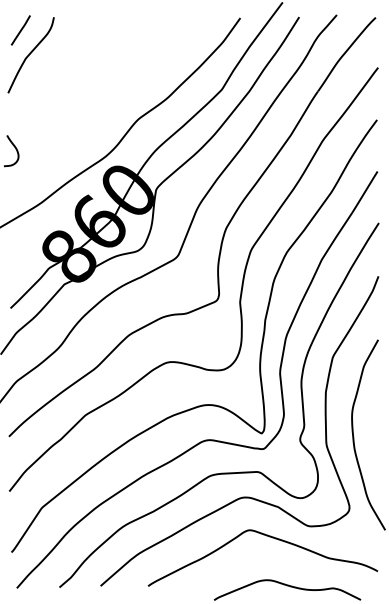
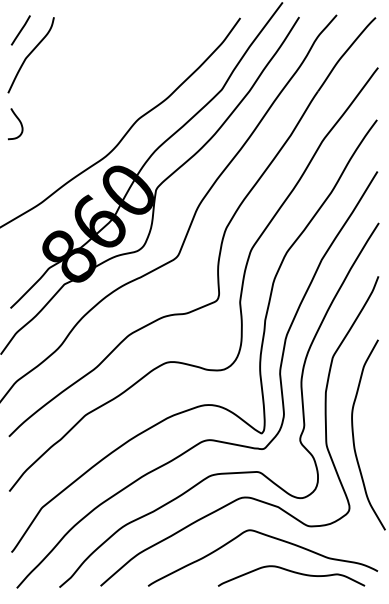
curve at (15, 149) position: (15, 149) -> (19, 122)
curve at (287, 586) position: (287, 586) -> (291, 572)
